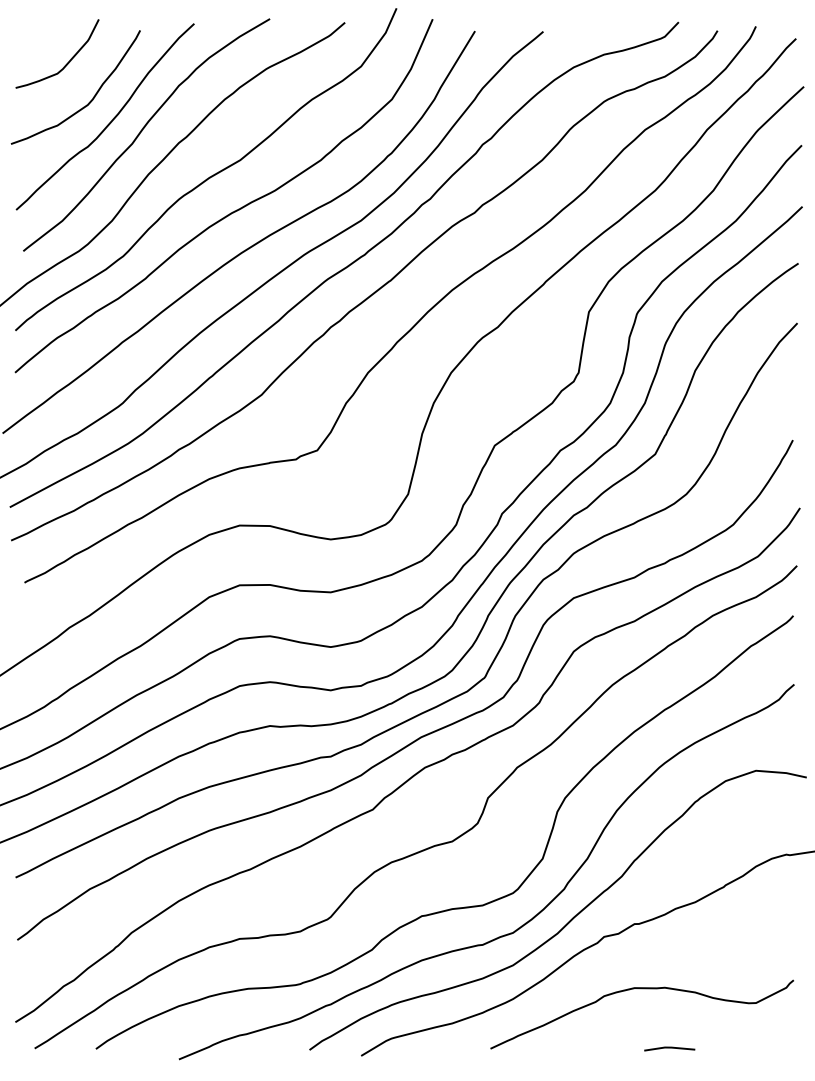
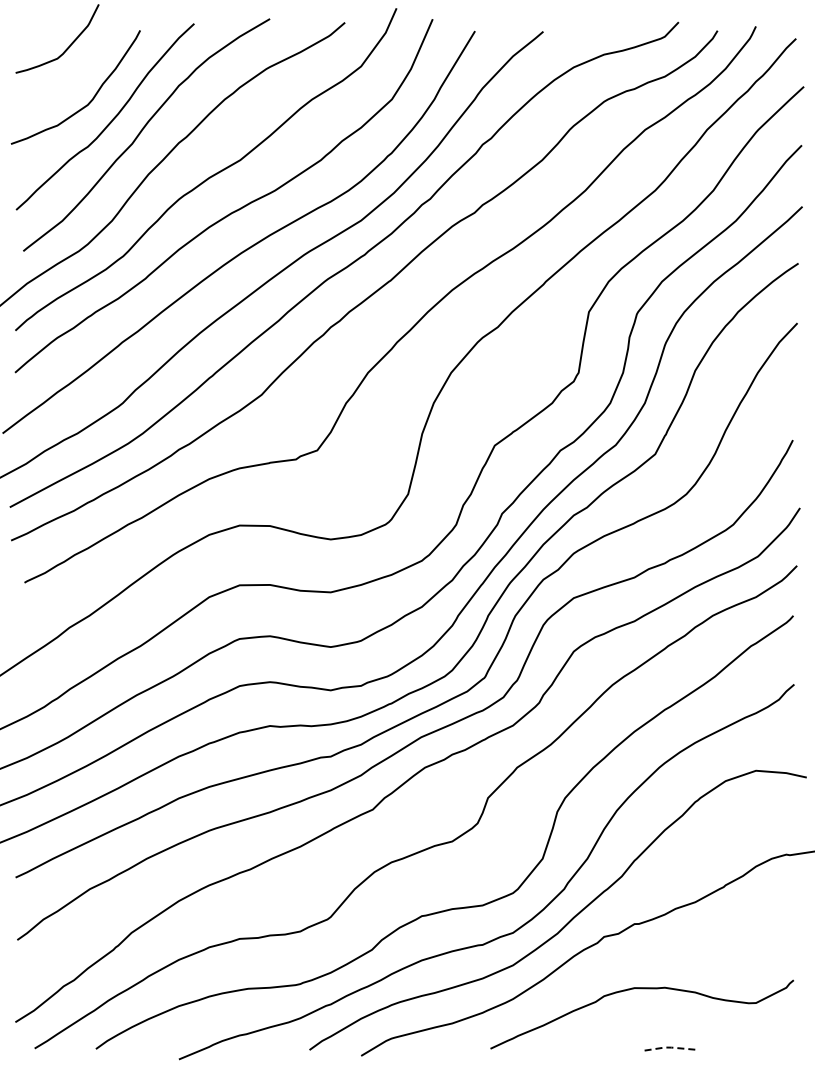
curve at (67, 62) position: (67, 62) -> (67, 47)
line at (669, 1047): solid -> dashed
